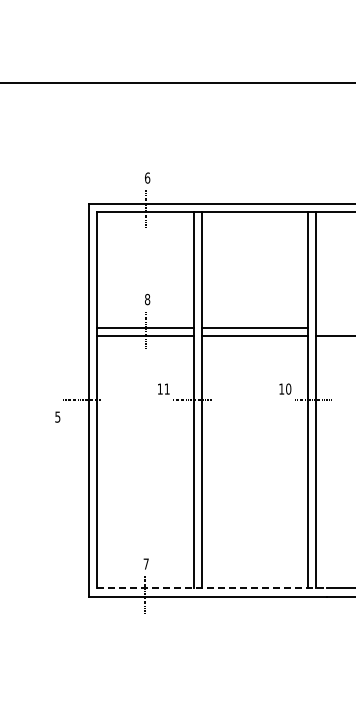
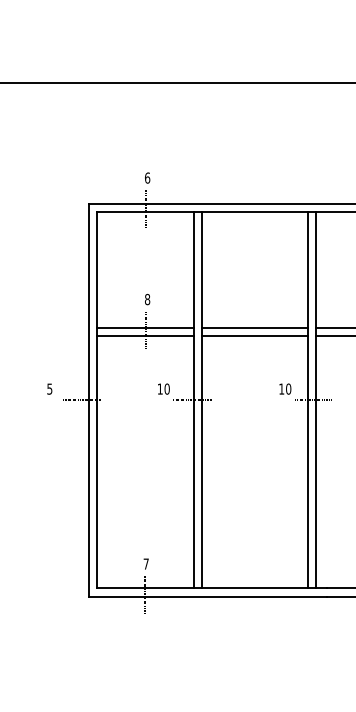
line at (333, 327): none -> present
text at (166, 388): 11 -> 10
text at (57, 416) position: (57, 416) -> (49, 388)
line at (211, 588): dashed -> solid
